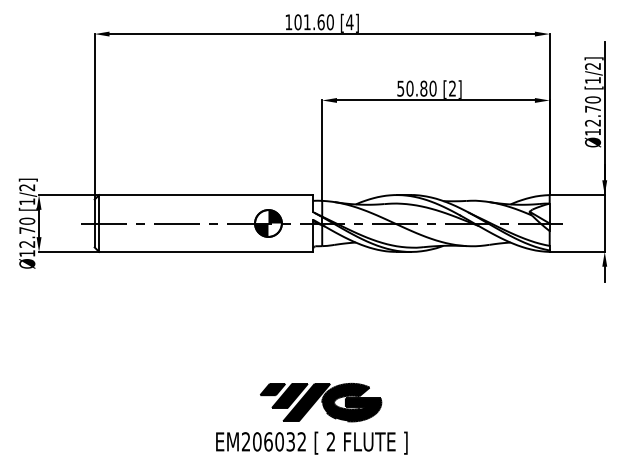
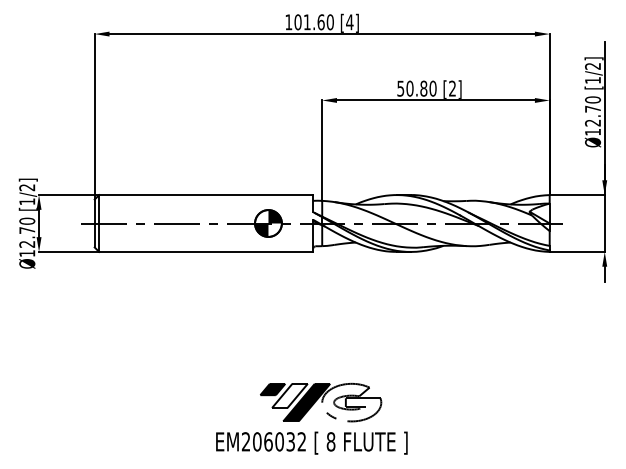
fill at (289, 395): present -> none
fill at (351, 402): present -> none
text at (330, 441): 2 -> 8
